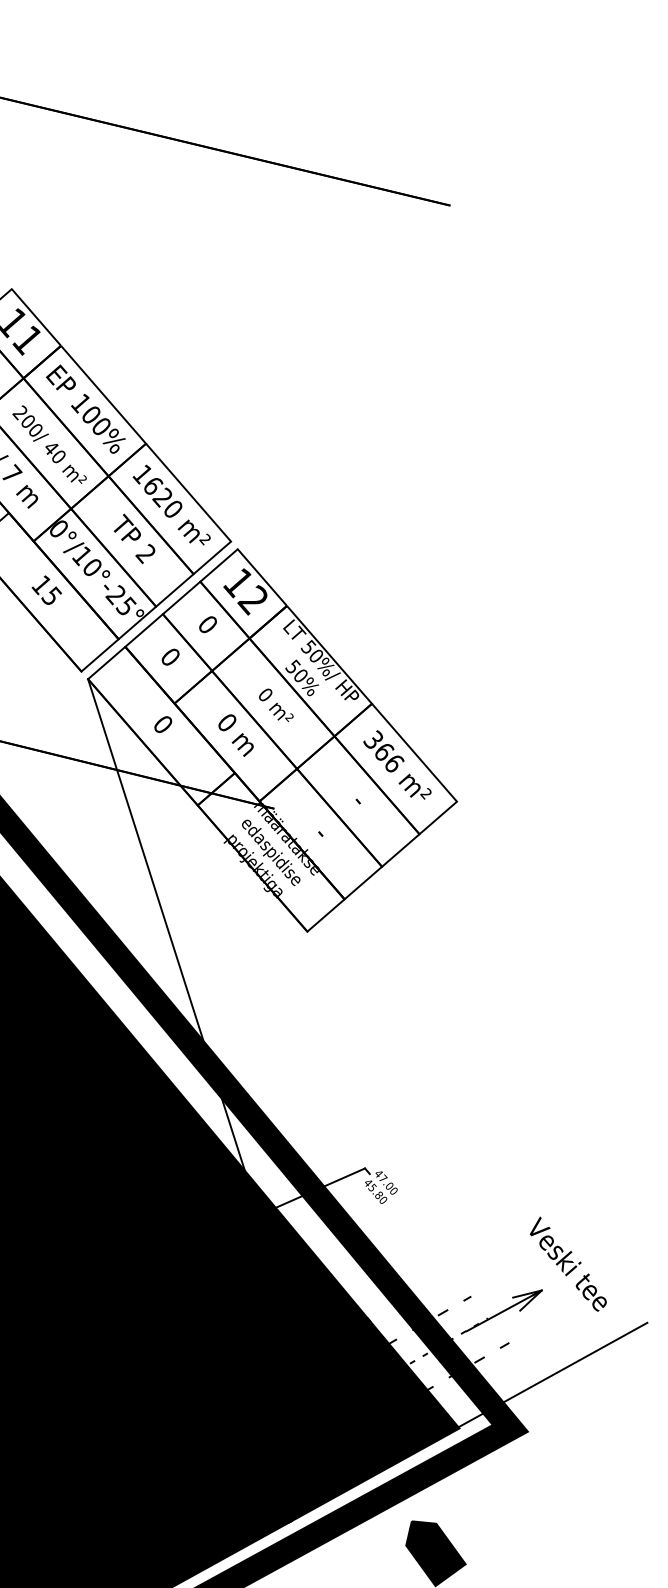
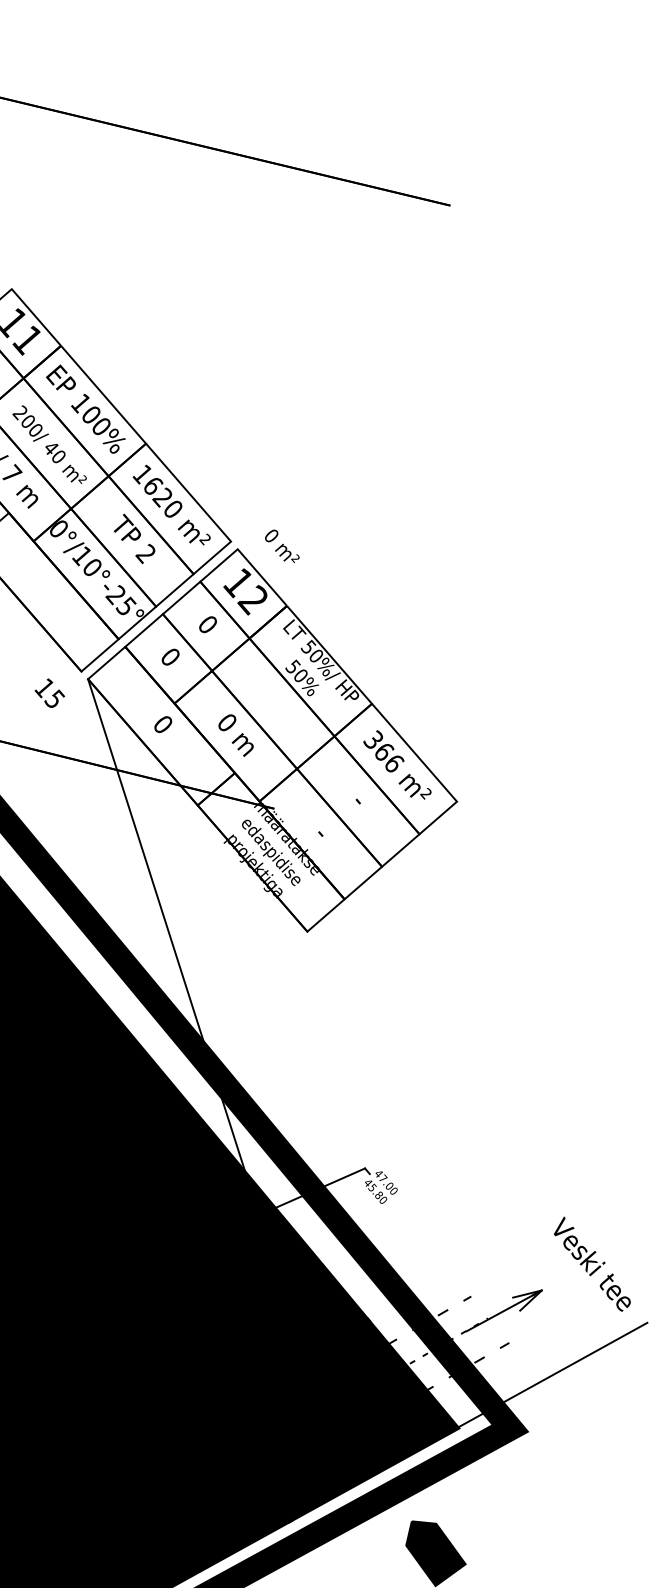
text at (46, 589) position: (46, 589) -> (49, 692)
text at (276, 704) position: (276, 704) -> (282, 545)
text at (567, 1263) position: (567, 1263) -> (591, 1263)
